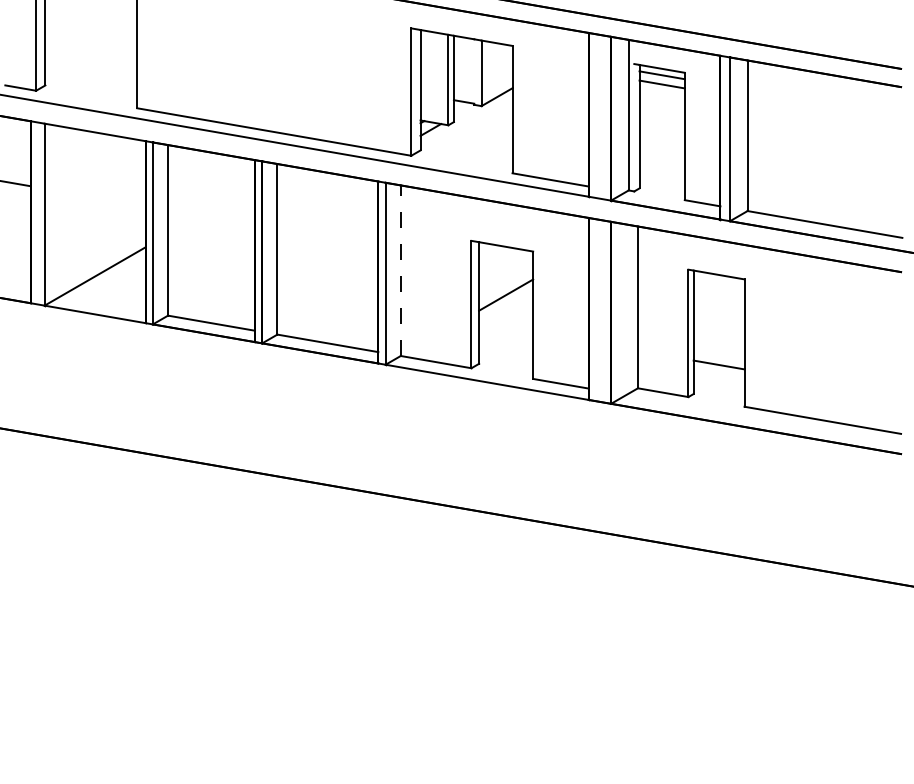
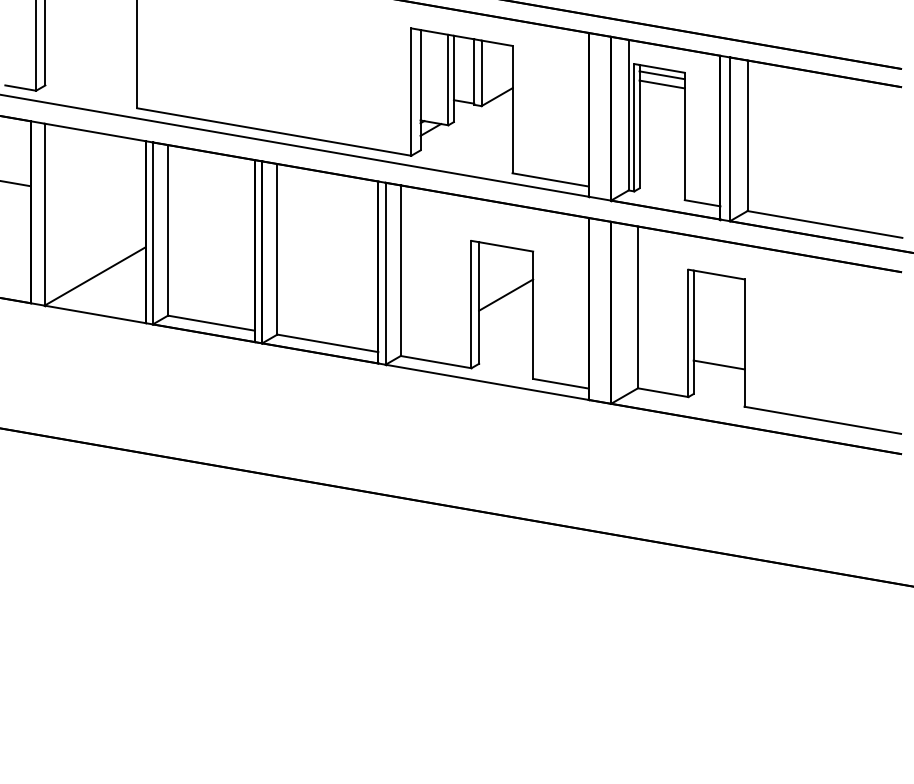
line at (474, 71): none -> present
line at (634, 127): none -> present
line at (400, 270): dashed -> solid
